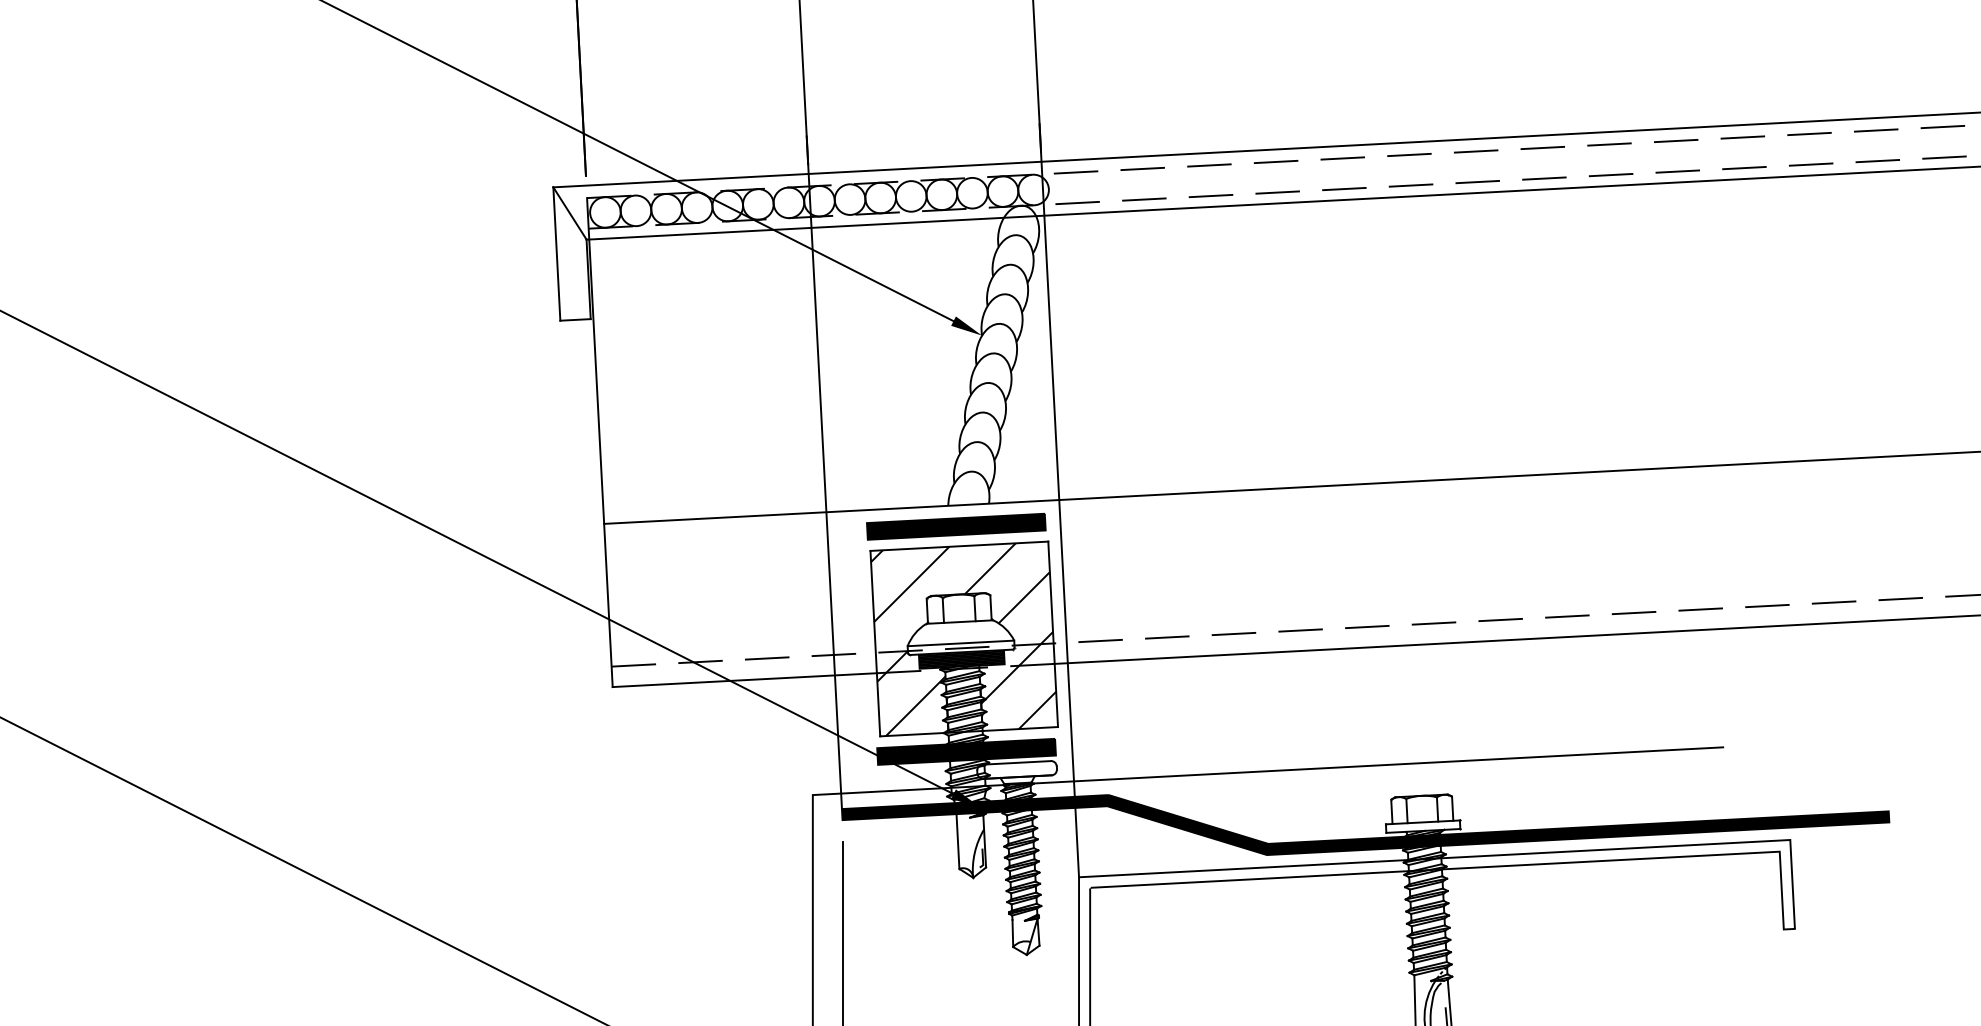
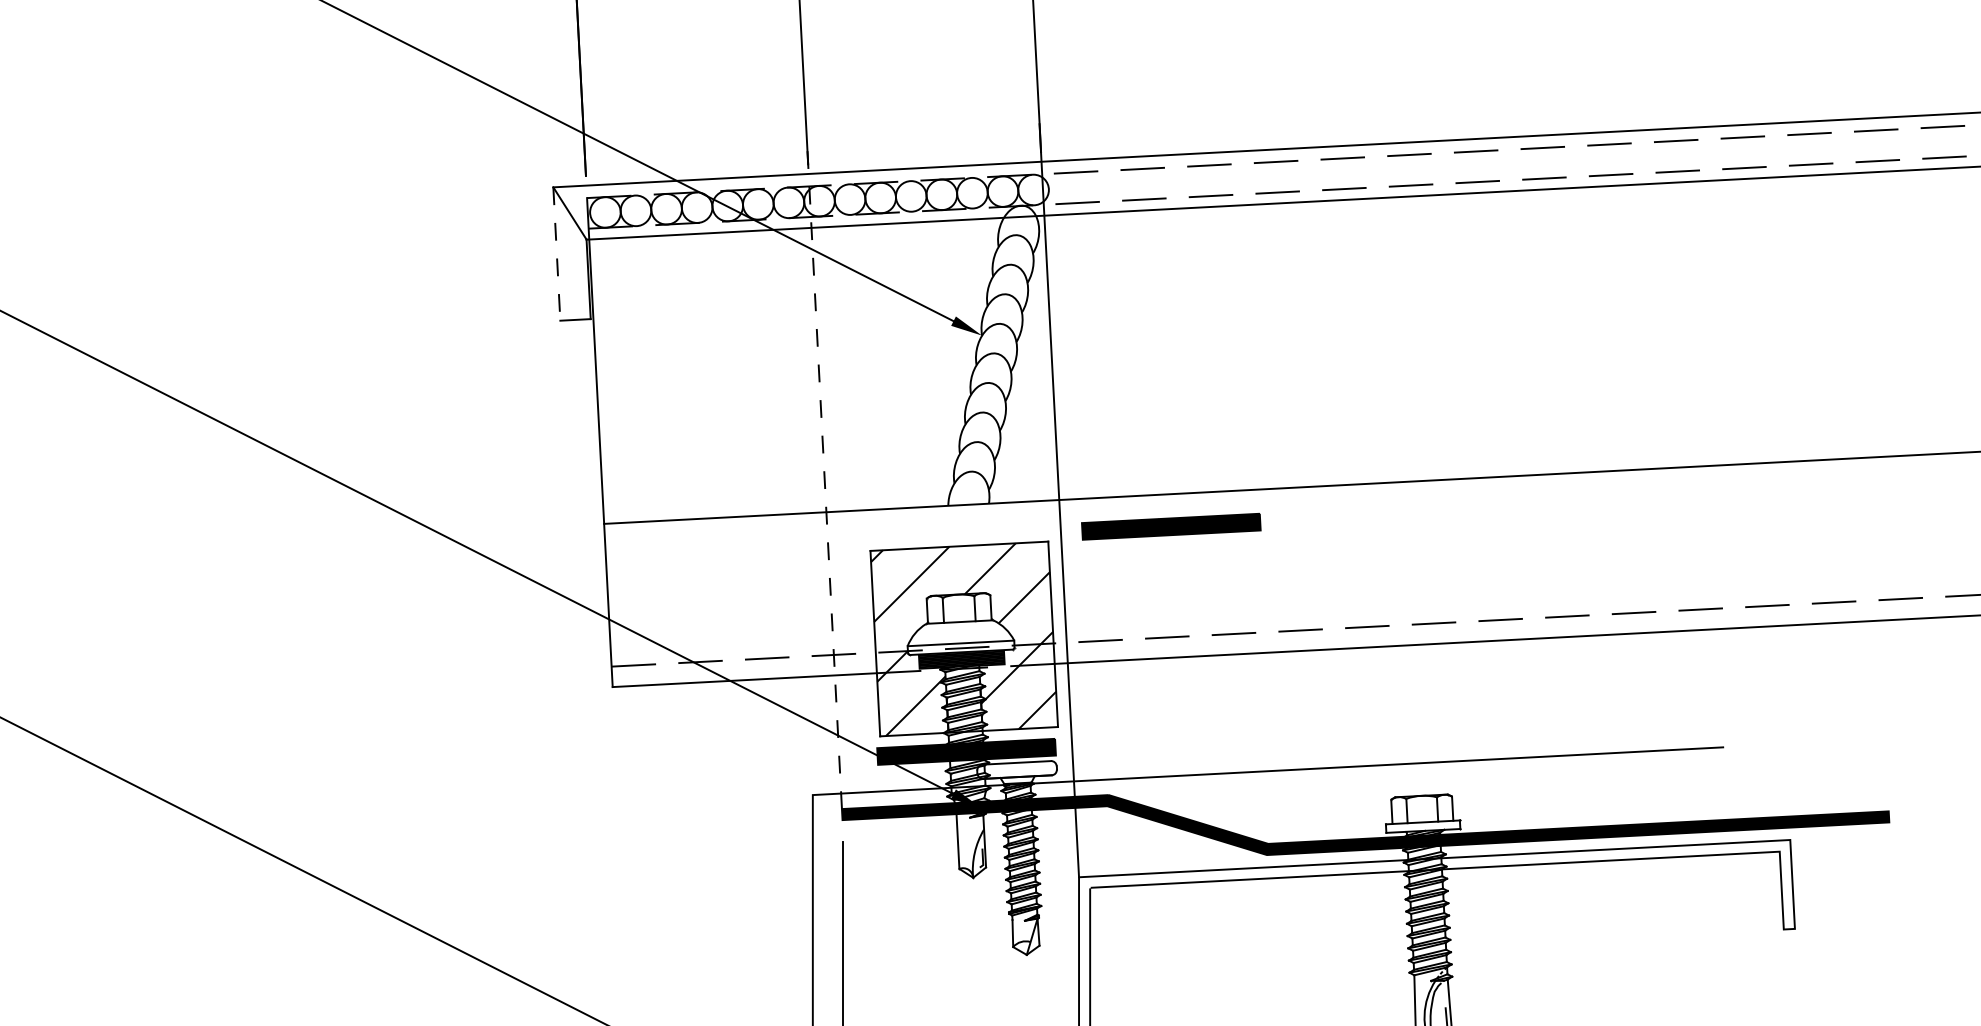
line at (556, 254): solid -> dashed
line at (824, 472): solid -> dashed
part at (956, 526) position: (956, 526) -> (1171, 526)
